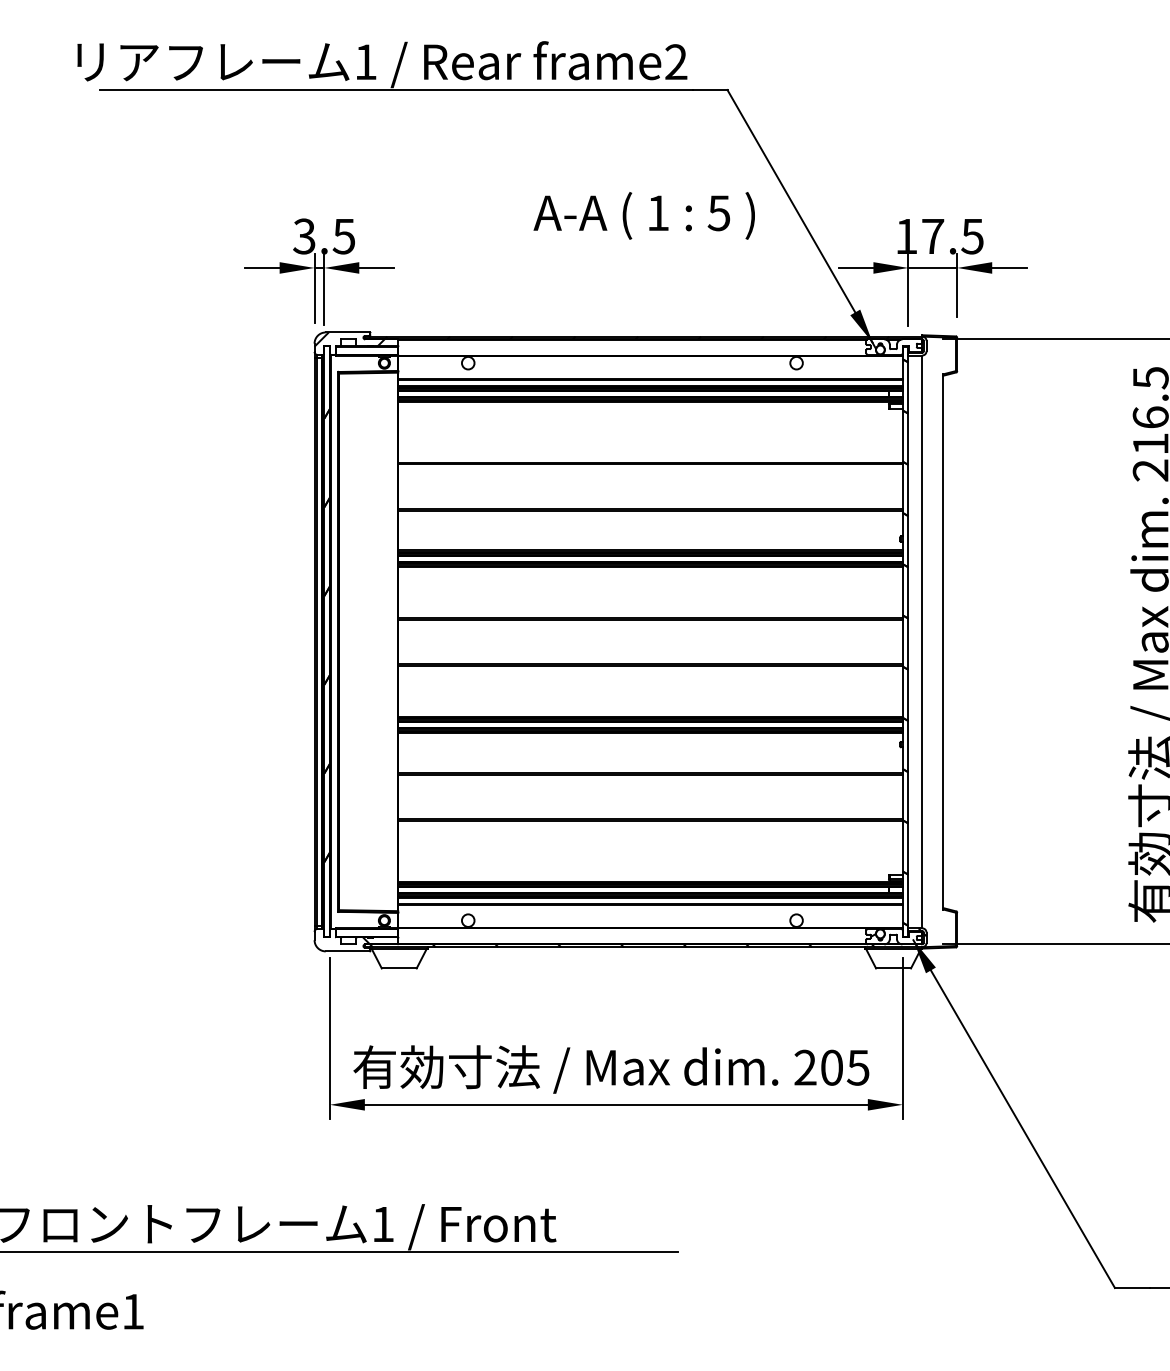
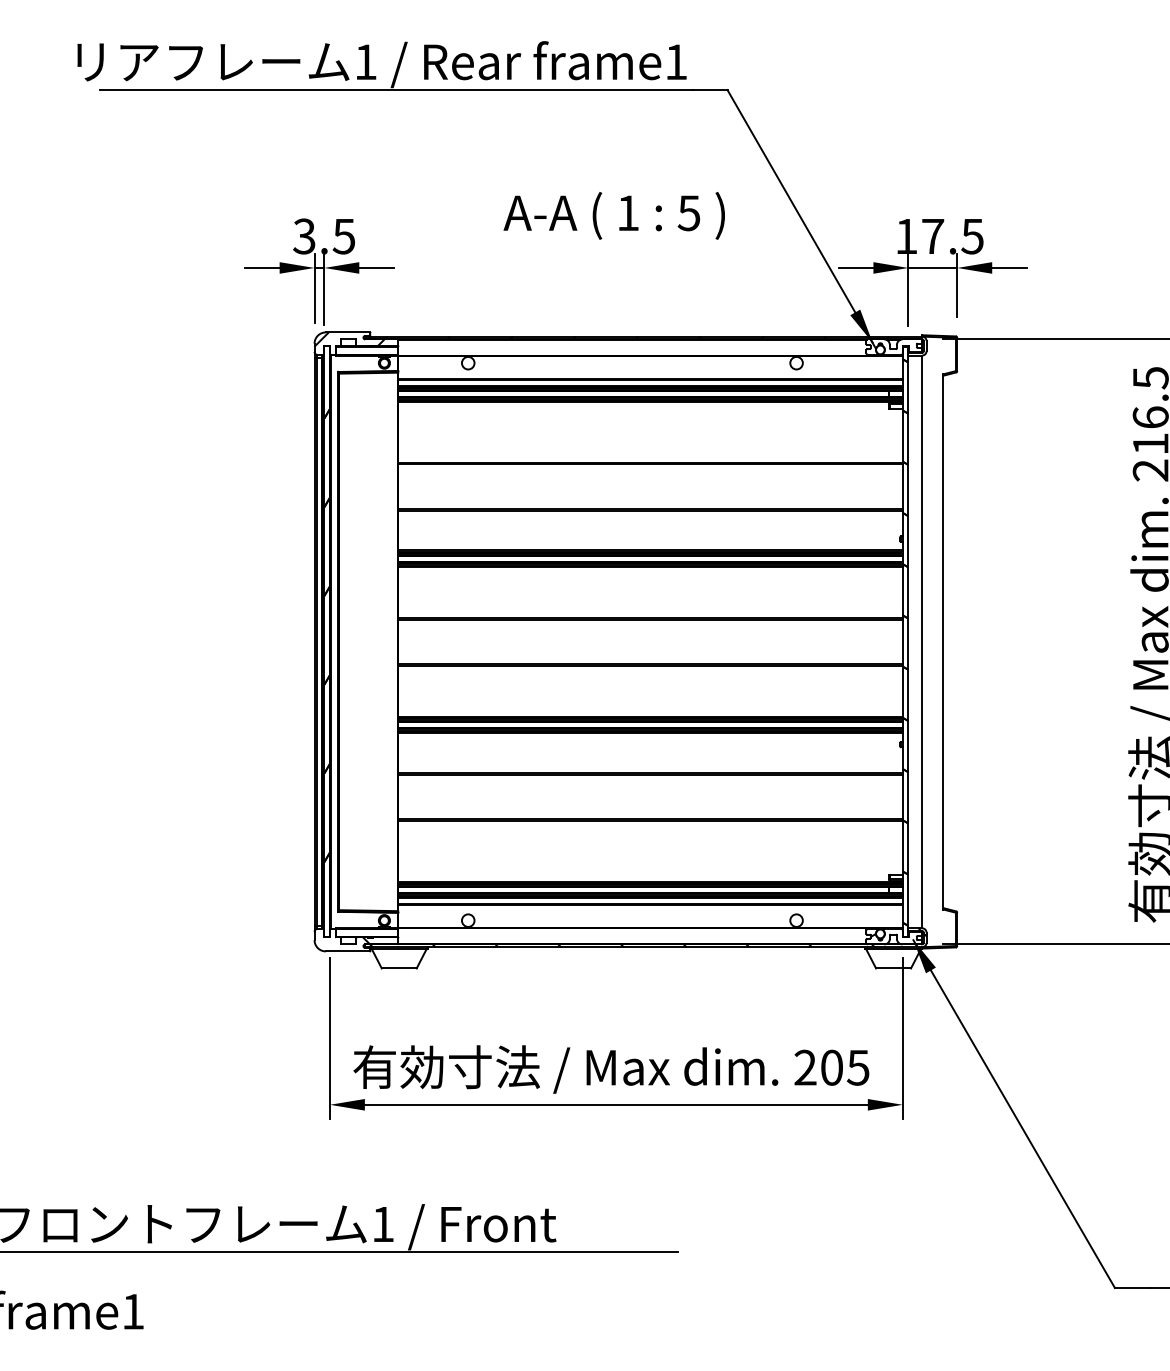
text at (676, 61): frame2 -> frame1
text at (643, 215) position: (643, 215) -> (613, 215)
